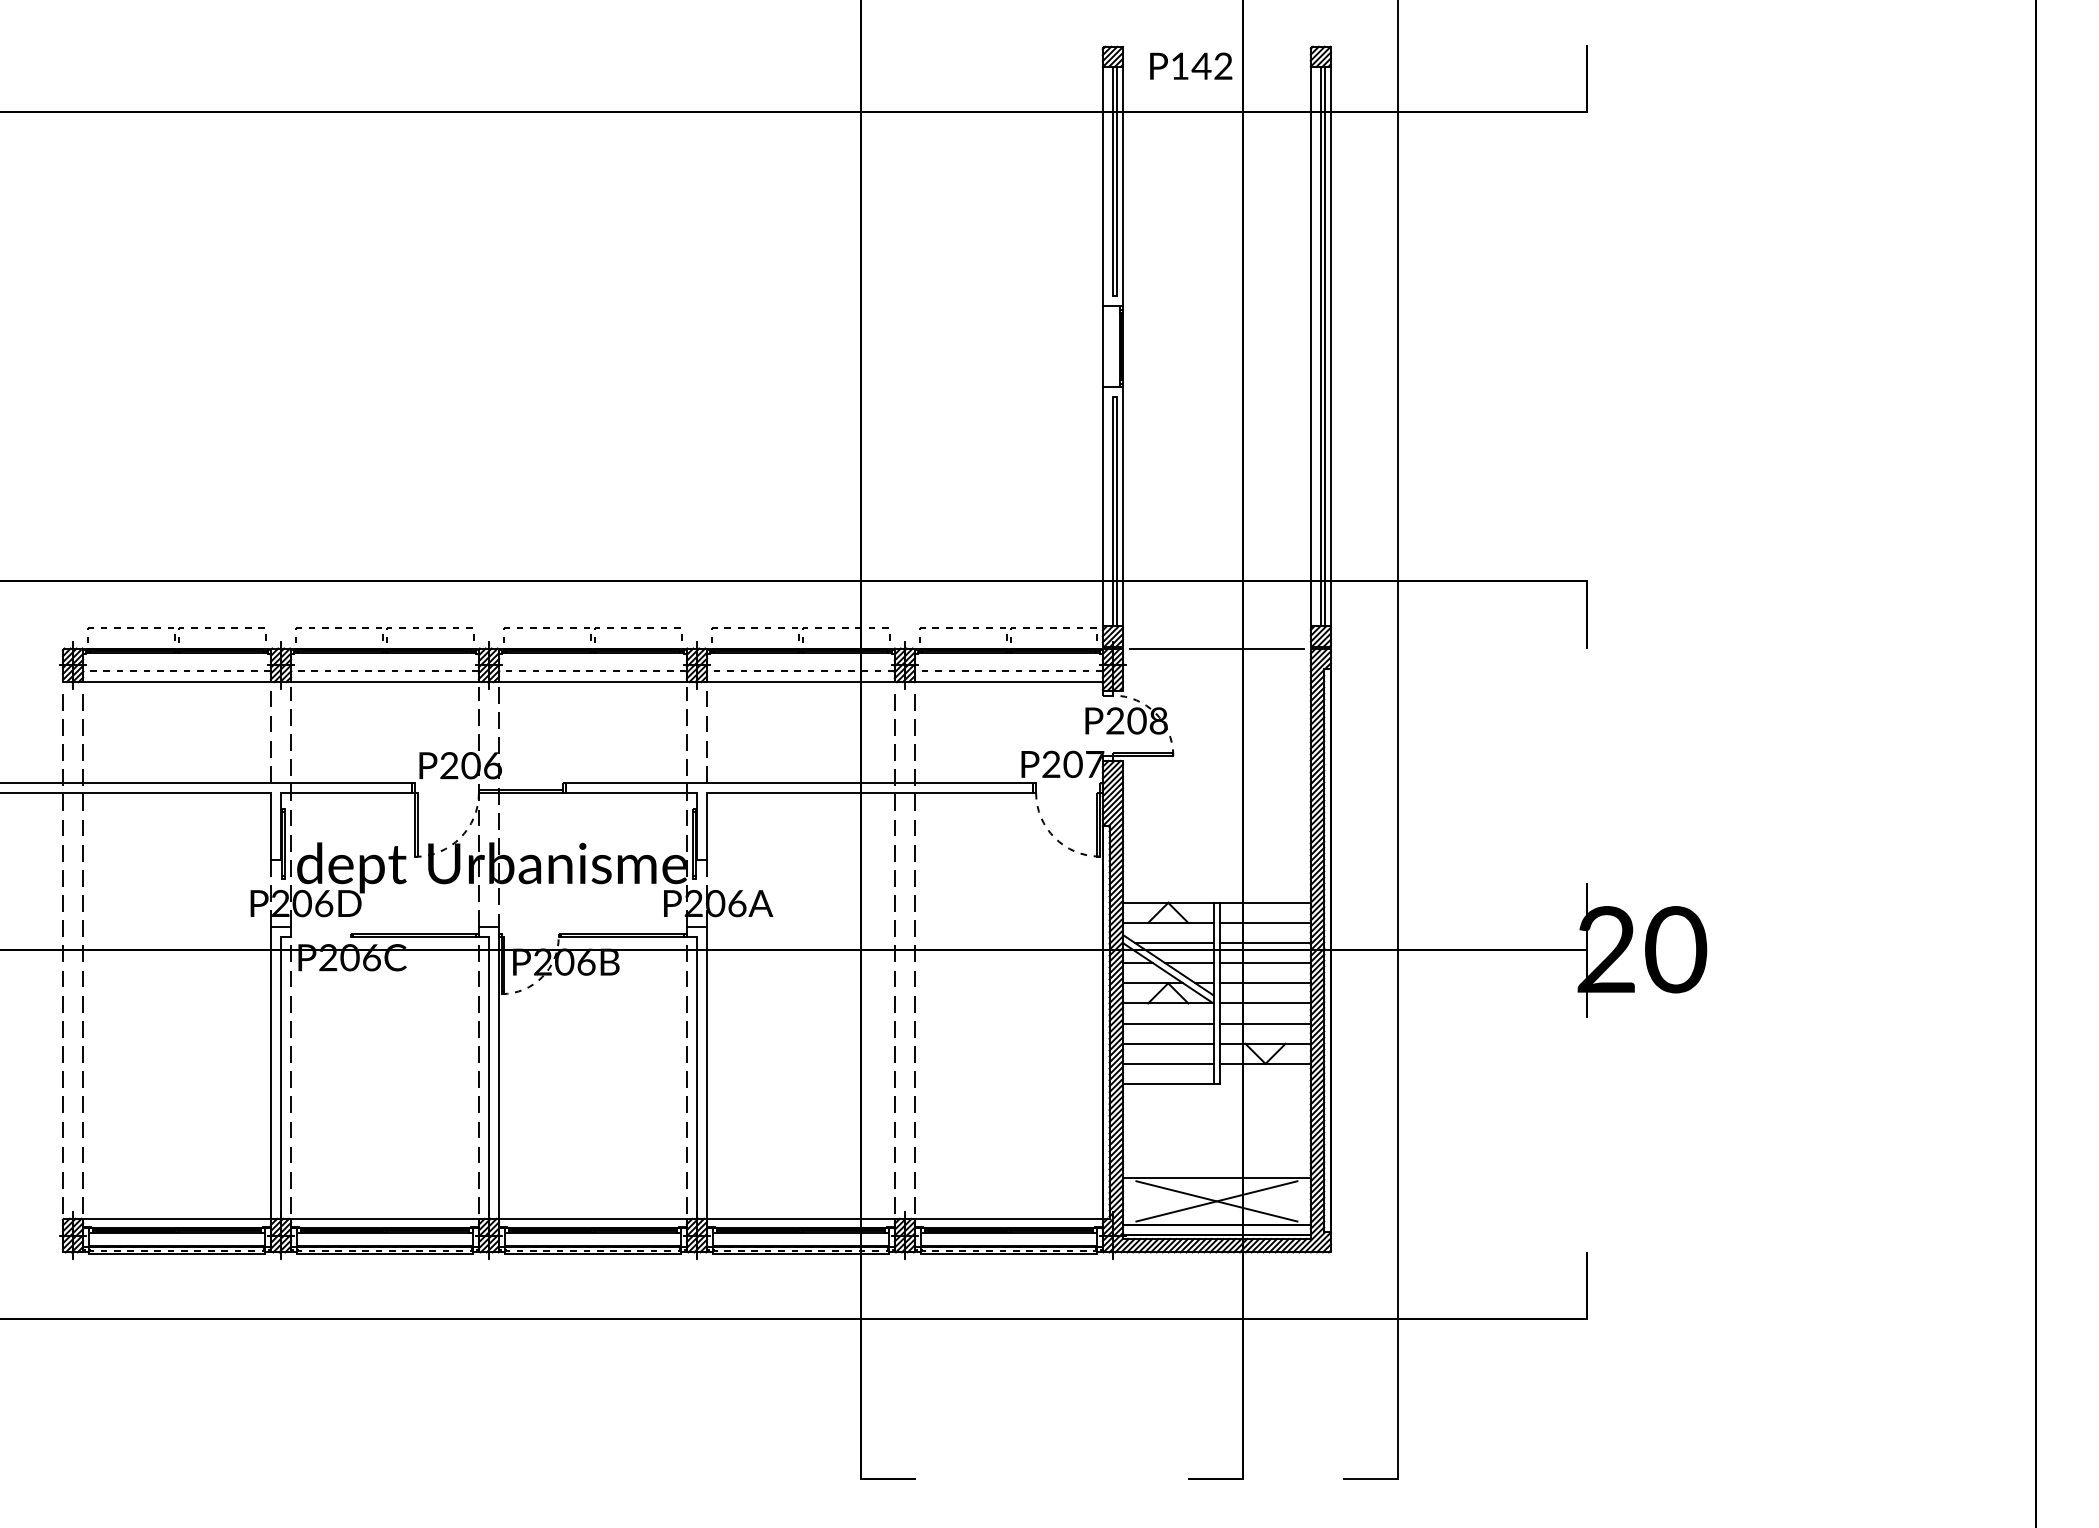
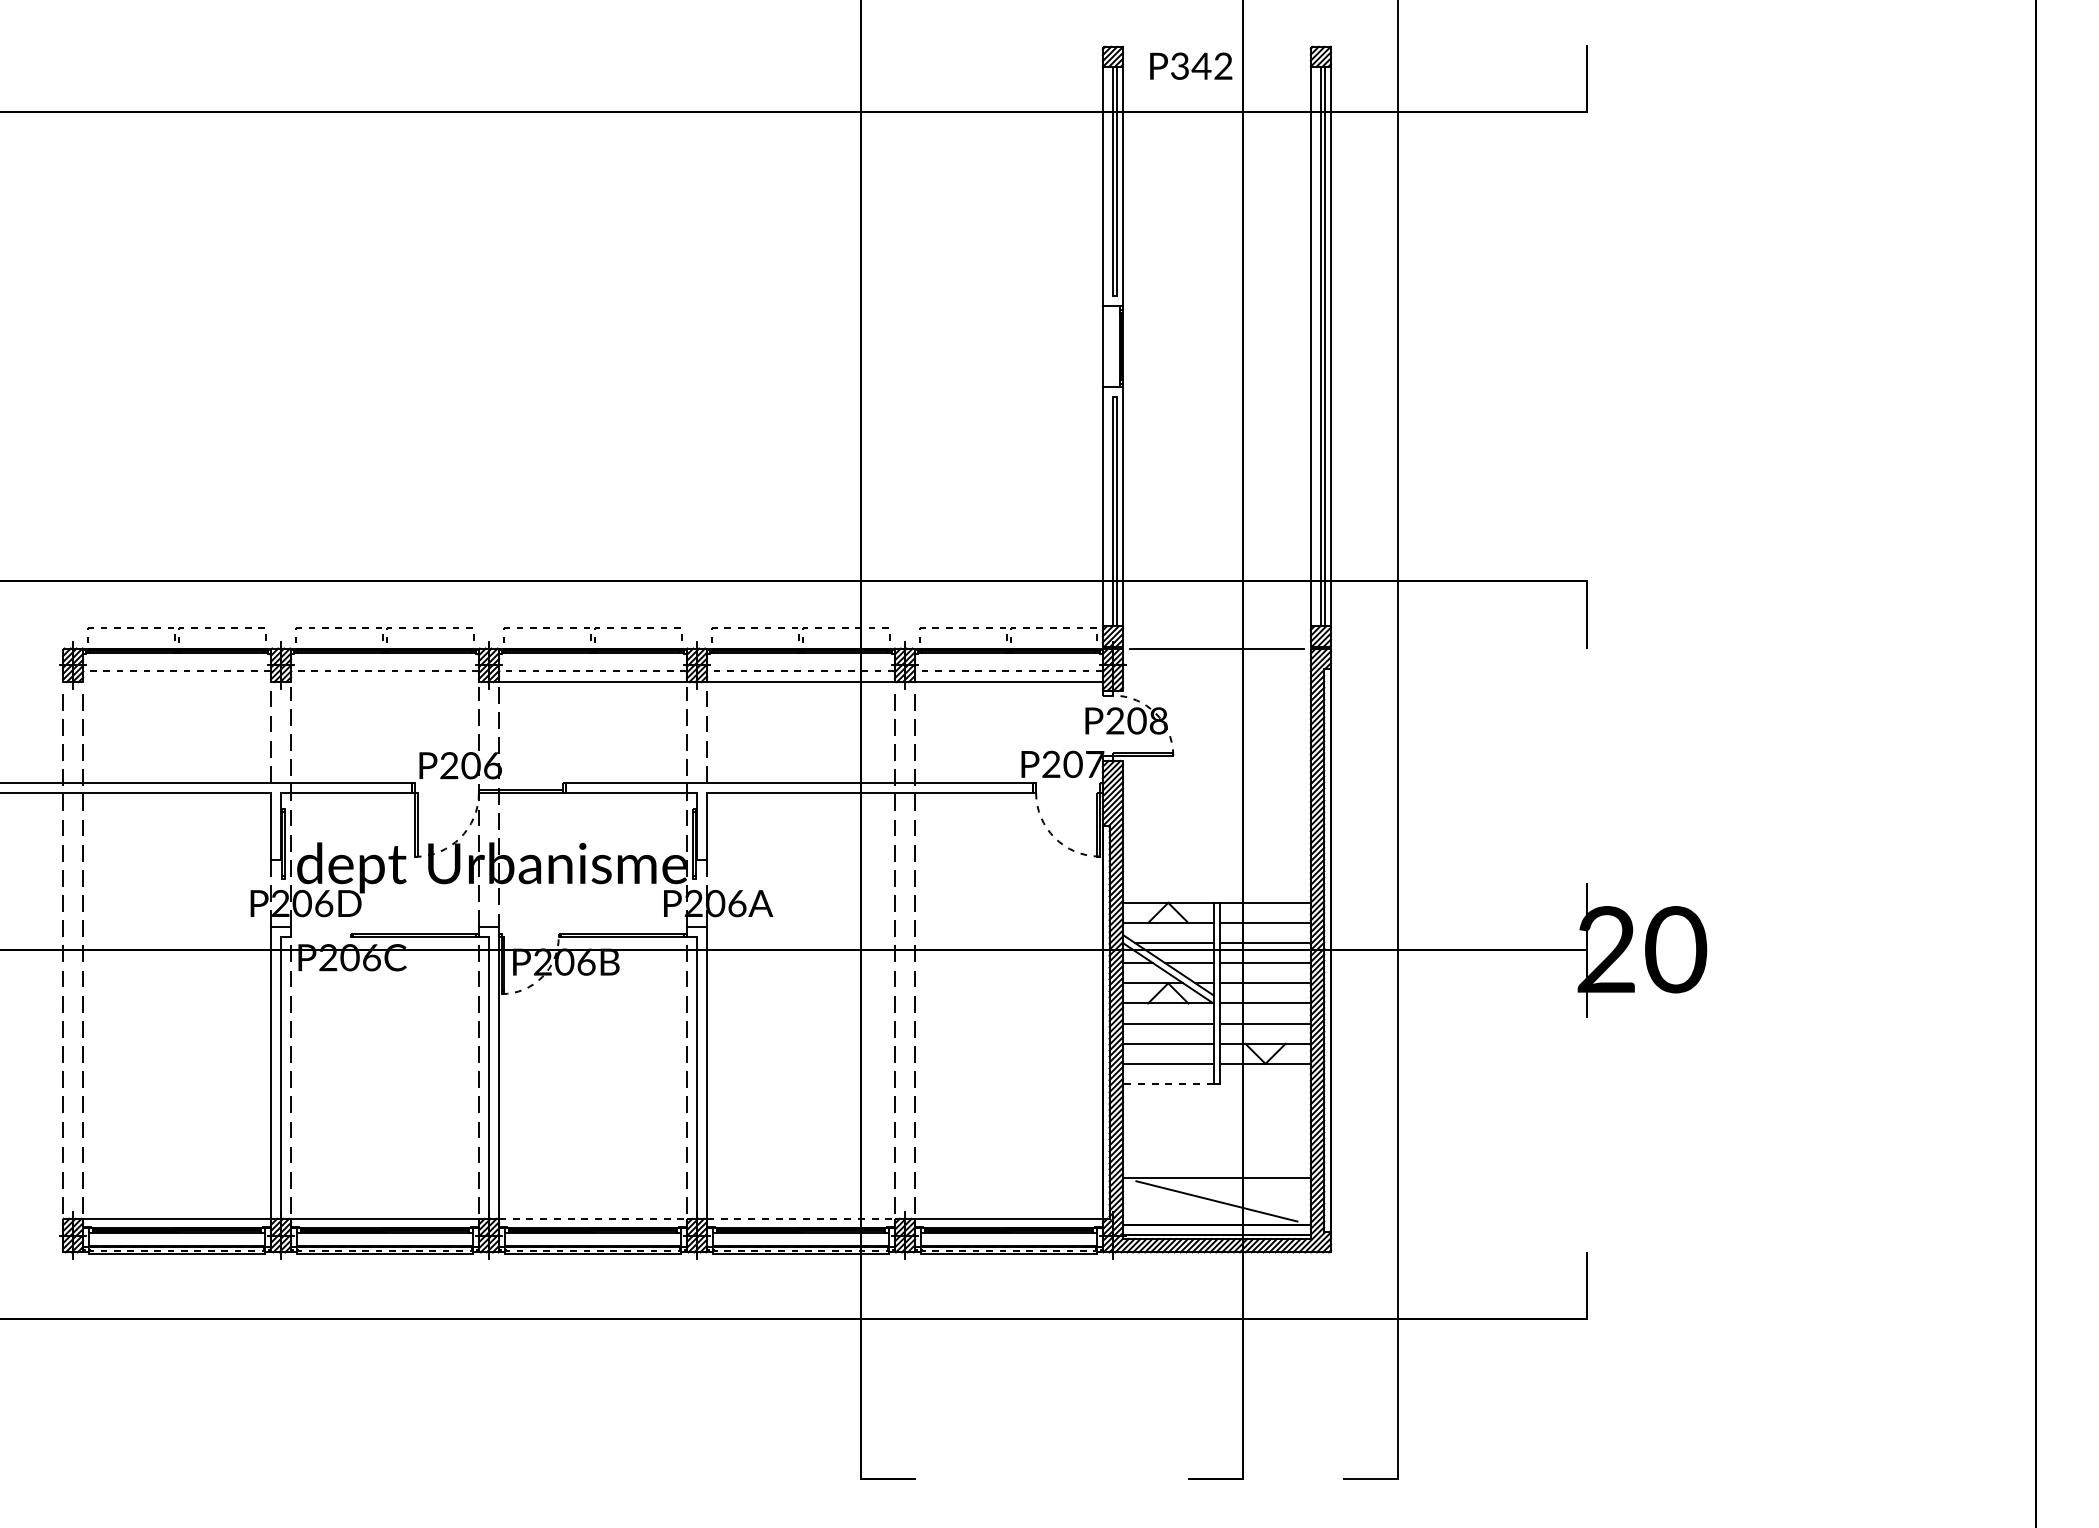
text at (1179, 65): P142 -> P342
line at (176, 682): present -> none
line at (384, 682): present -> none
line at (1167, 1083): solid -> dashed
line at (1216, 1201): present -> none
line at (592, 1218): solid -> dashed
line at (800, 1218): solid -> dashed
